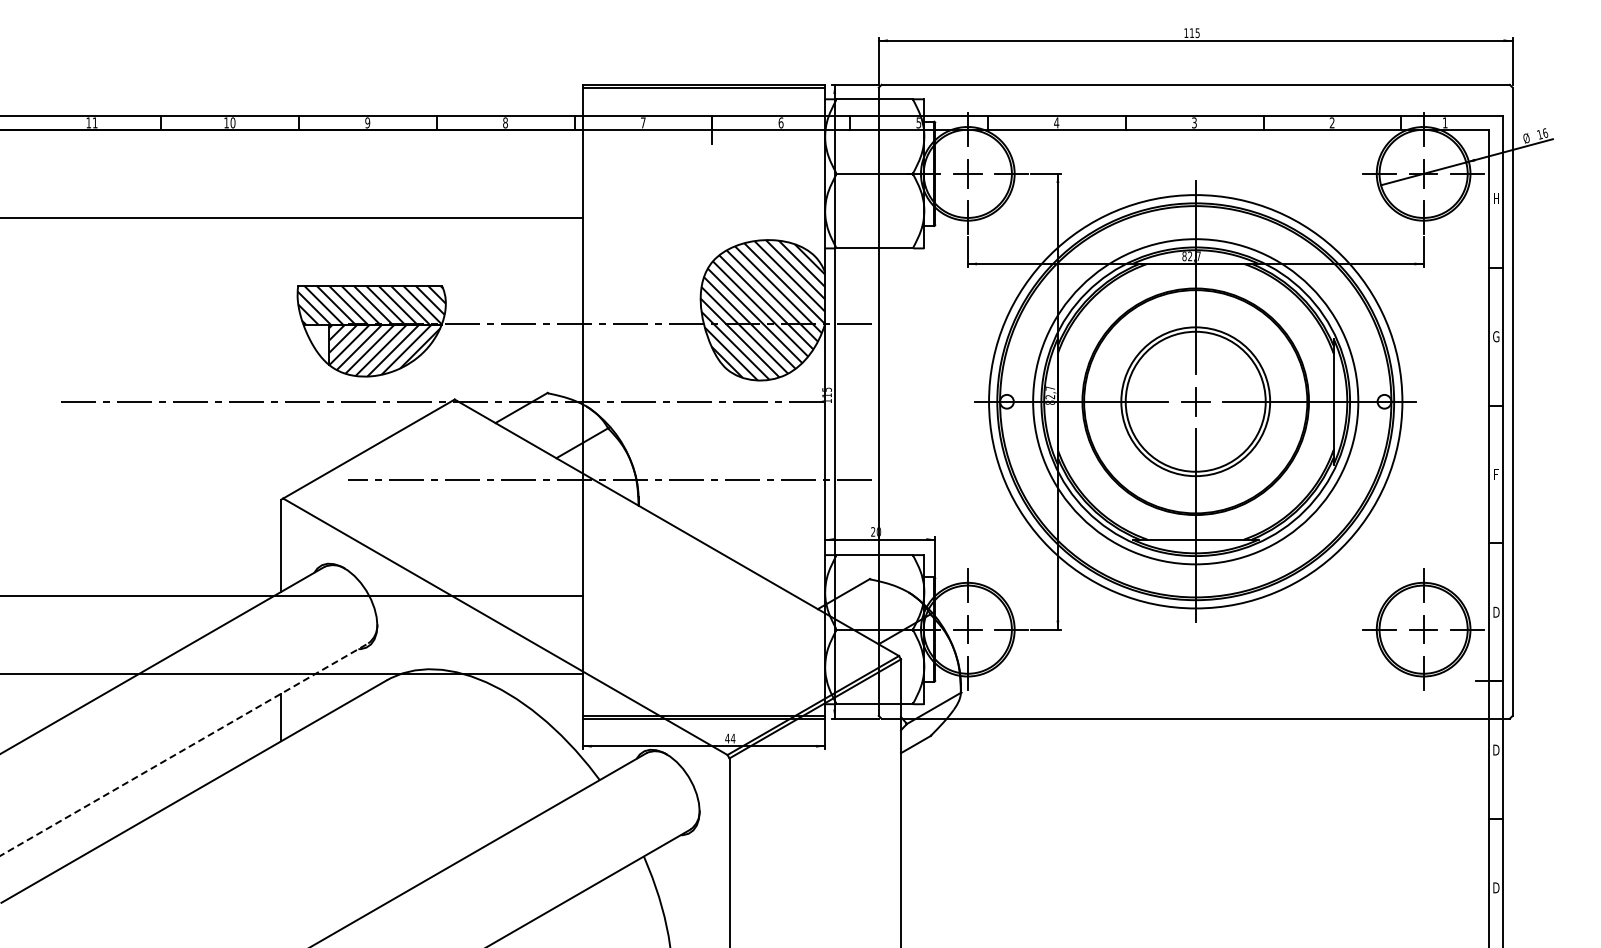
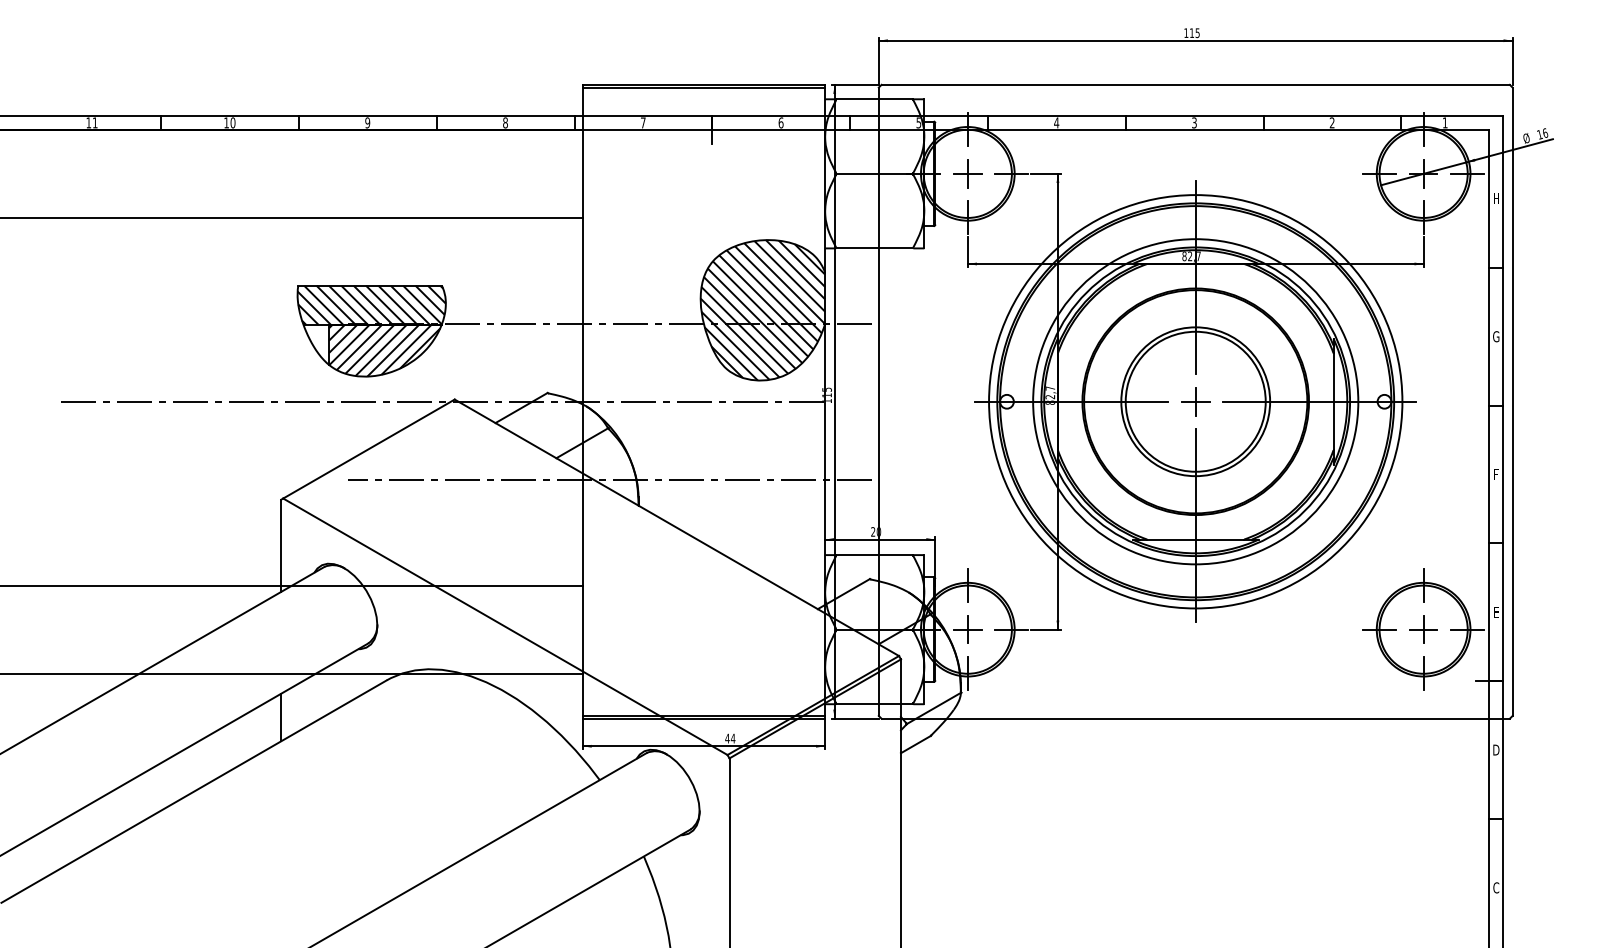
line at (292, 595) position: (292, 595) -> (292, 585)
text at (1496, 611): D -> E
line at (184, 749): dashed -> solid
text at (1496, 887): D -> C
